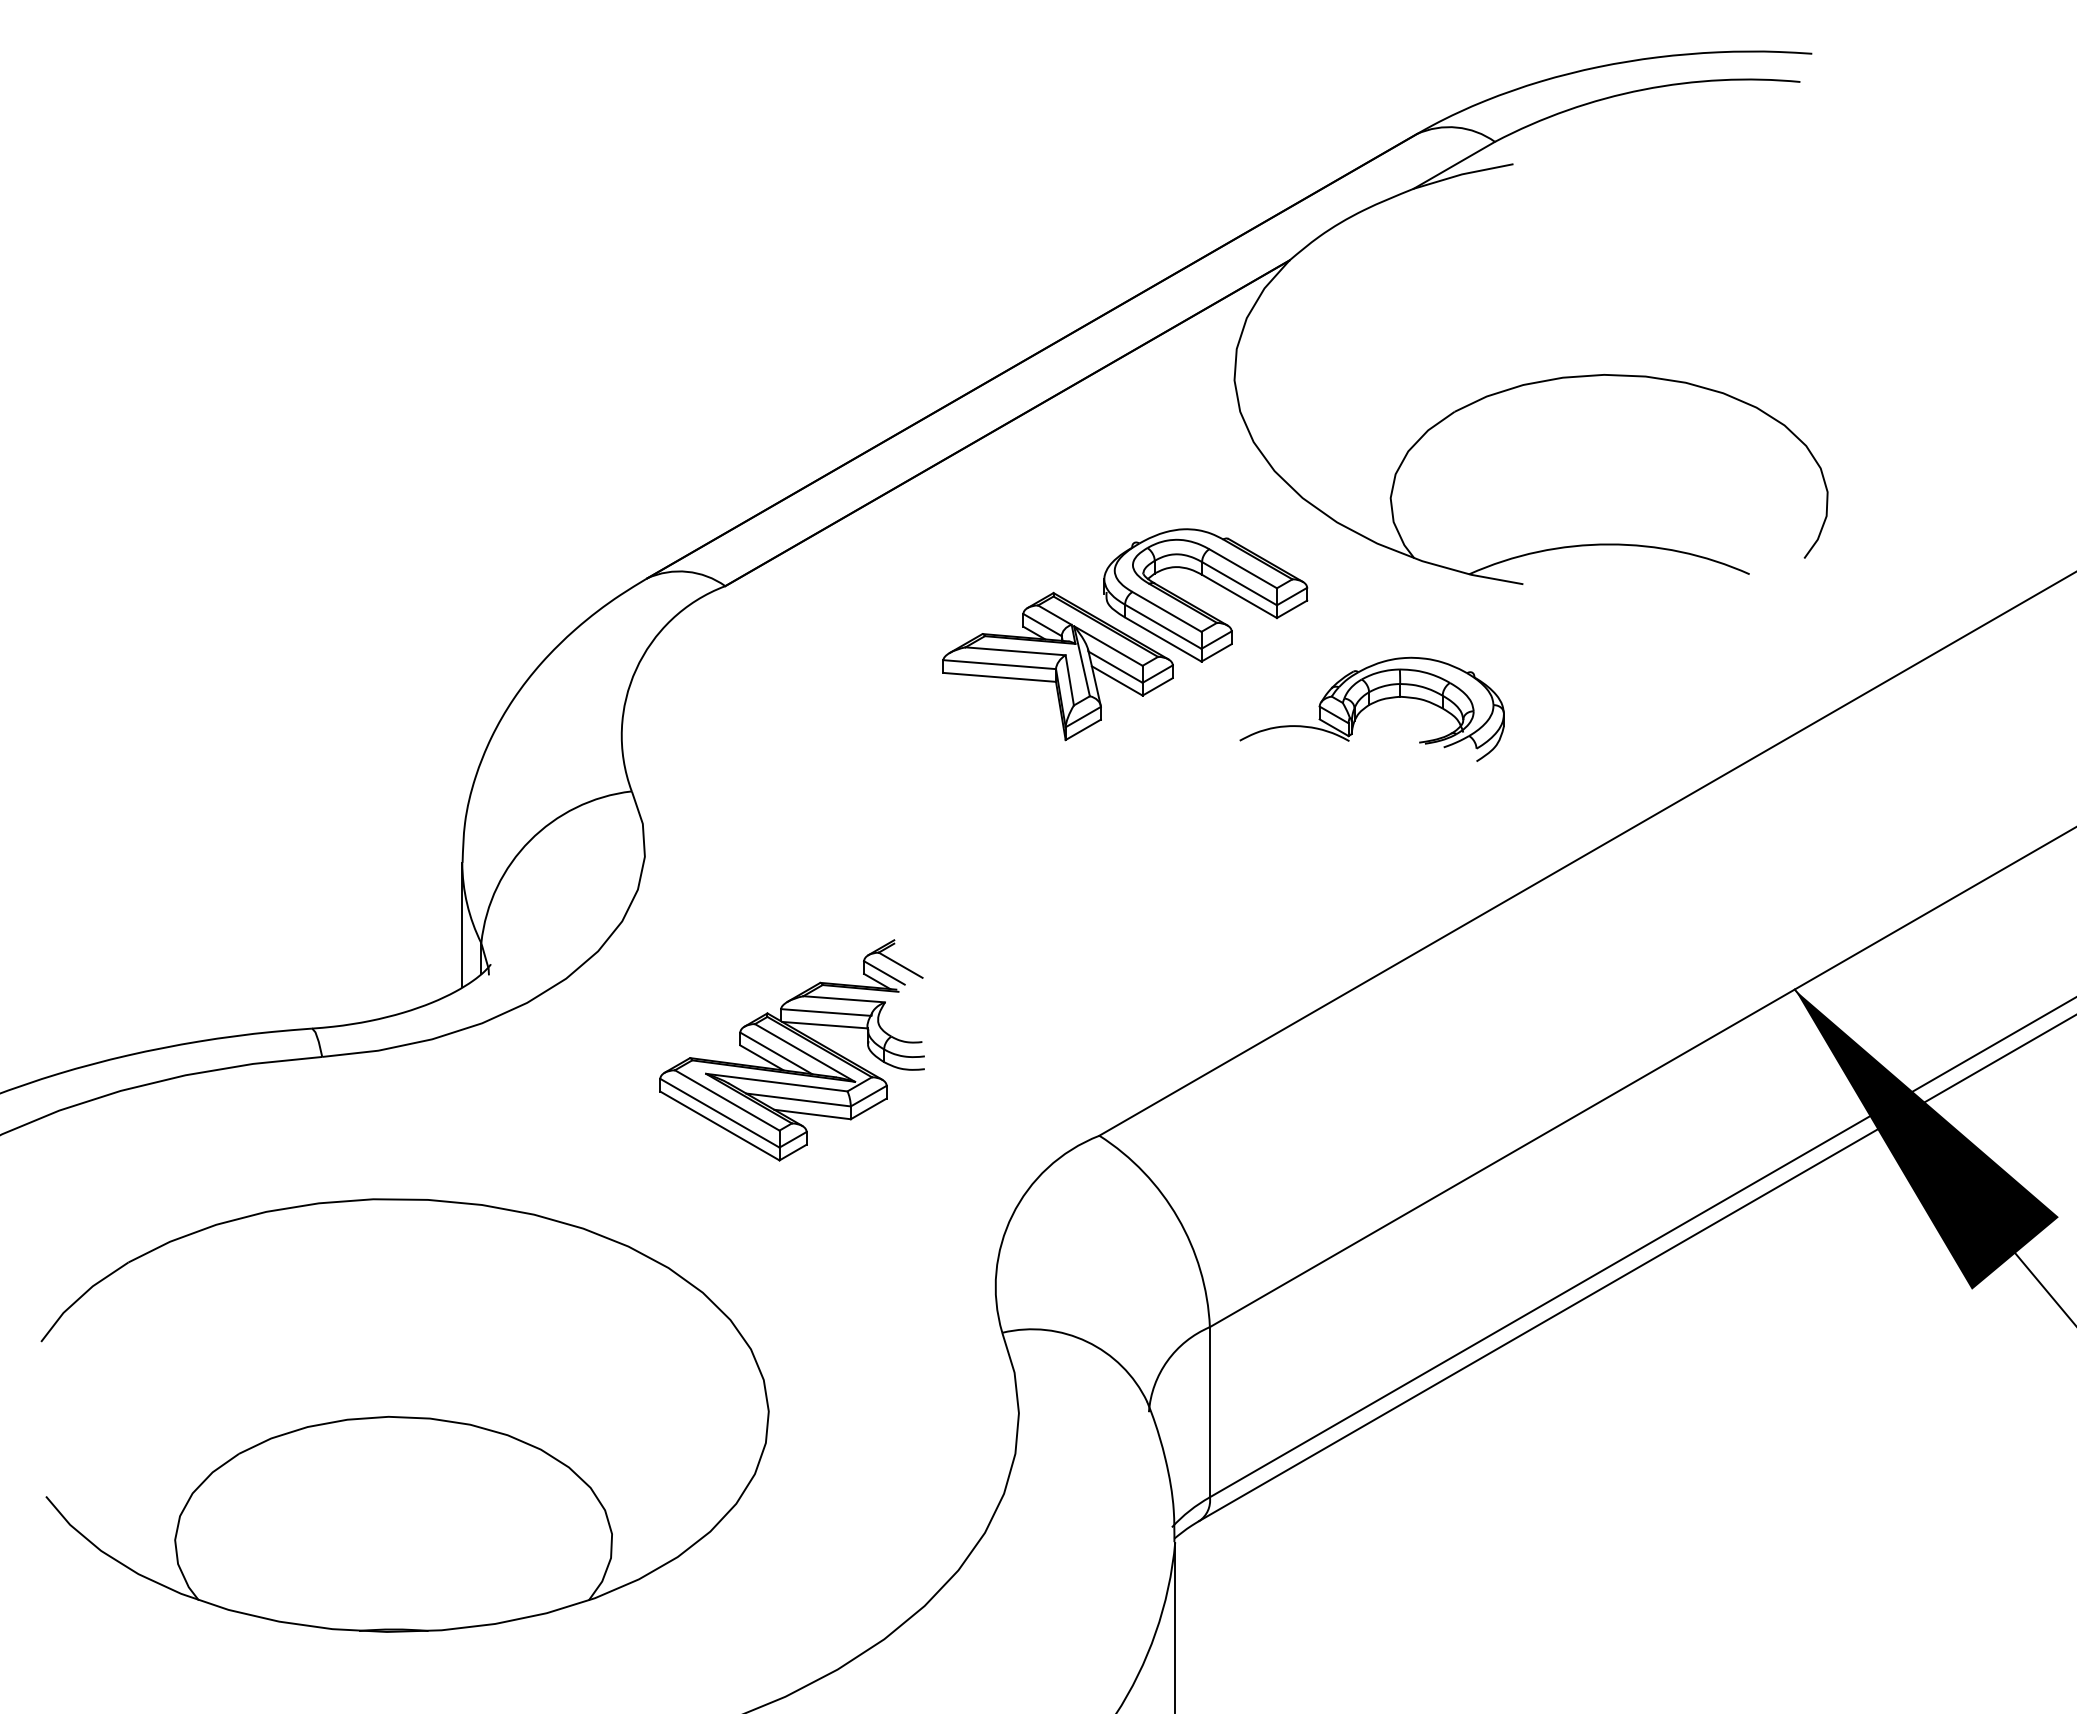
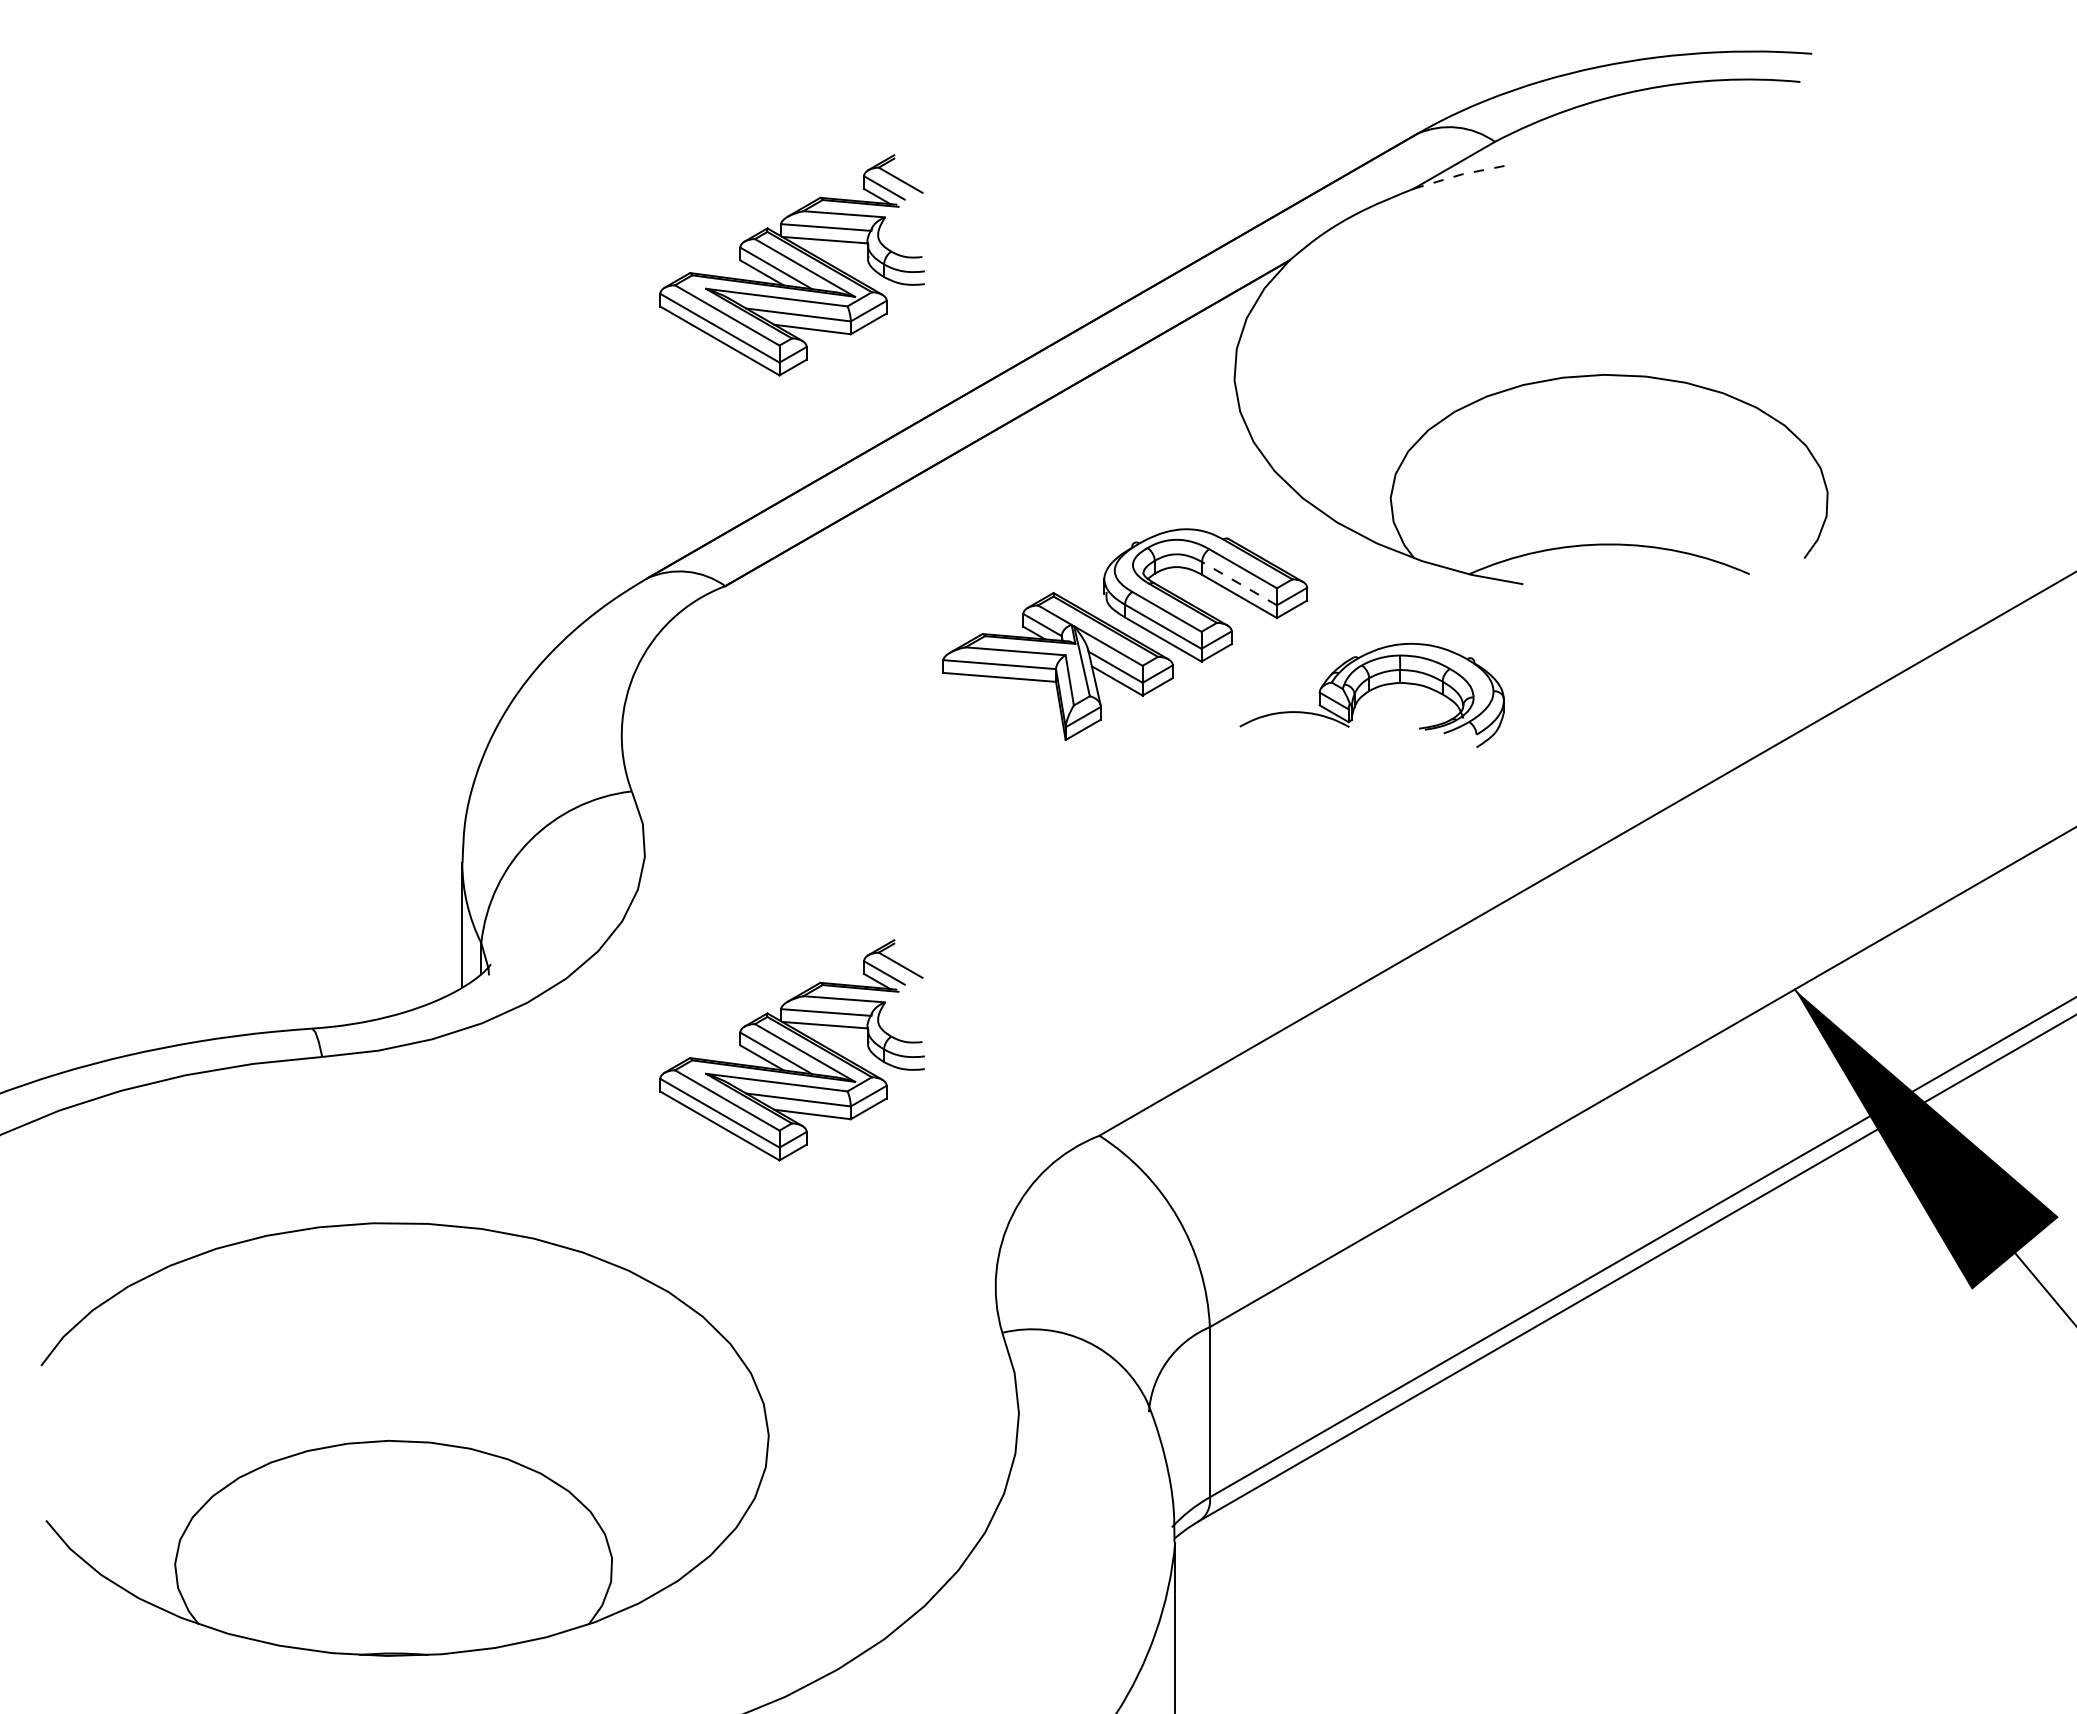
line at (1462, 174): solid -> dashed
part at (791, 265): none -> present
line at (1239, 583): solid -> dashed
part at (1371, 708) position: (1371, 708) -> (1371, 694)
part at (404, 1415) position: (404, 1415) -> (404, 1439)
